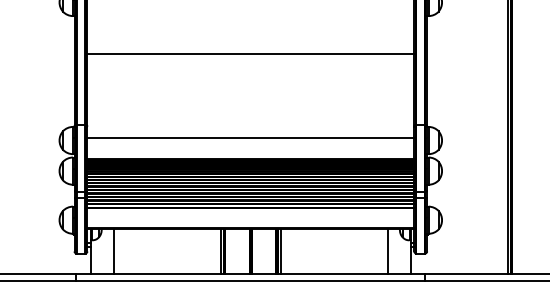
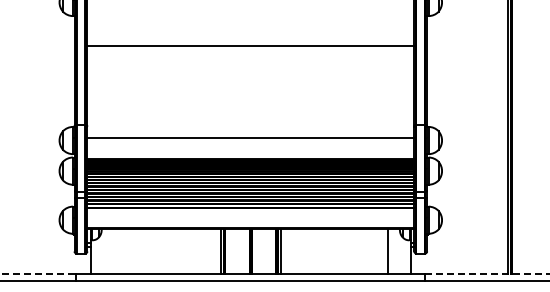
line at (250, 53) position: (250, 53) -> (250, 45)
line at (113, 251): present -> none
line at (38, 274): solid -> dashed
line at (487, 274): solid -> dashed
